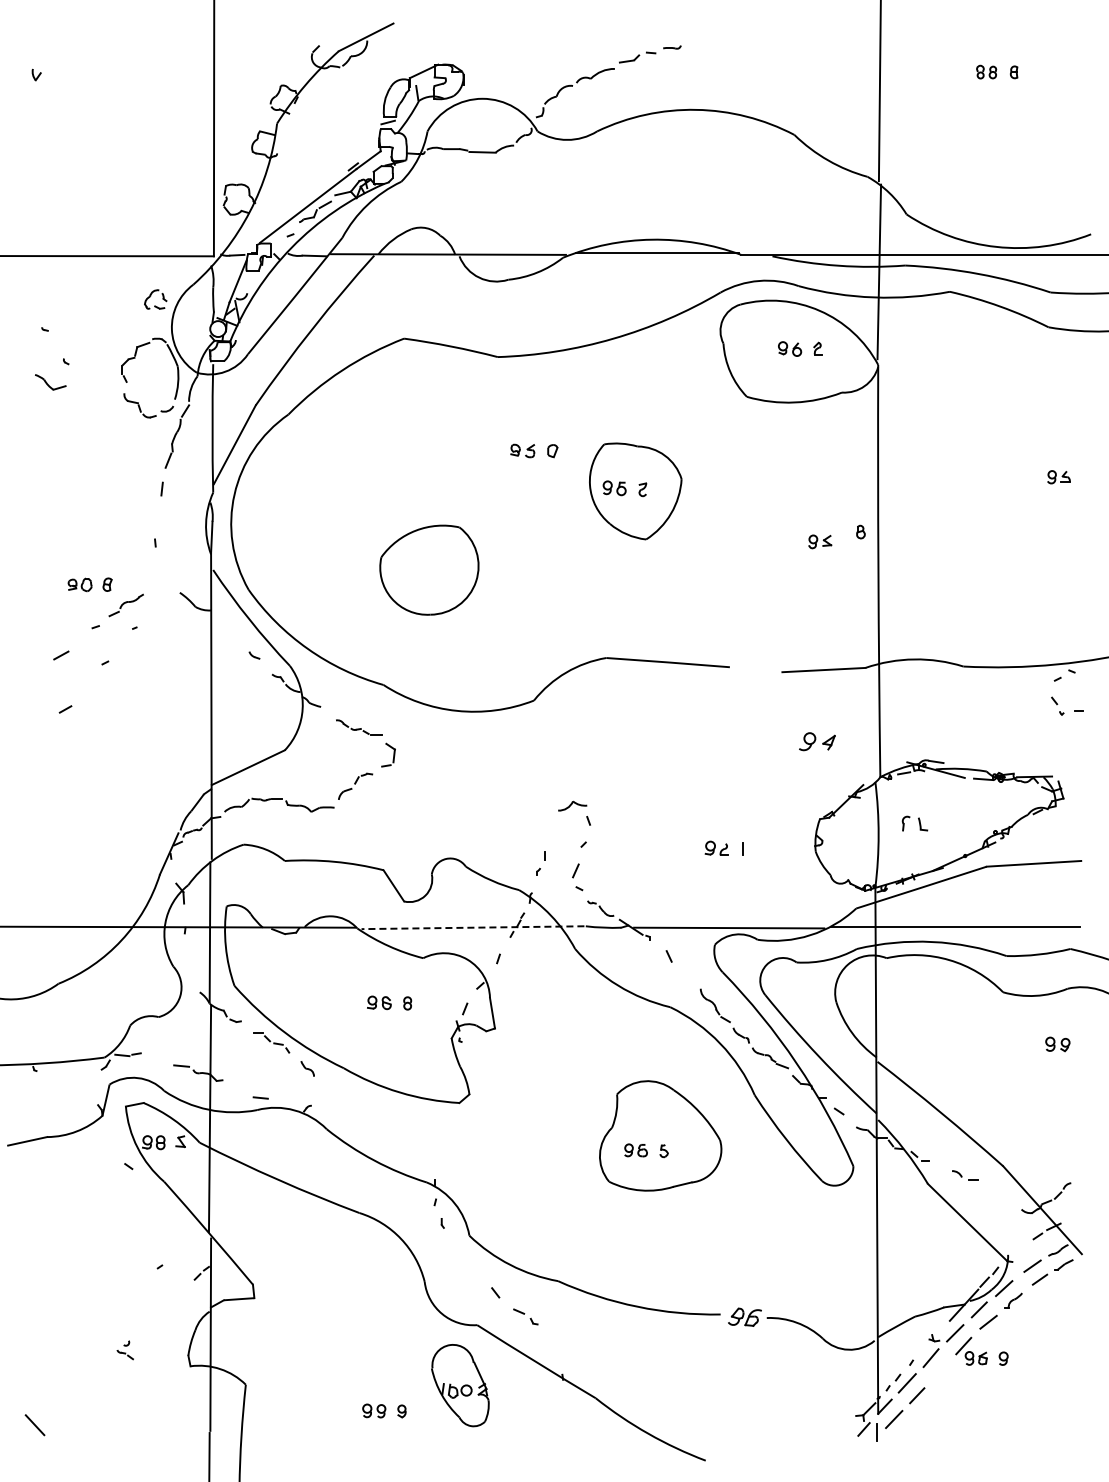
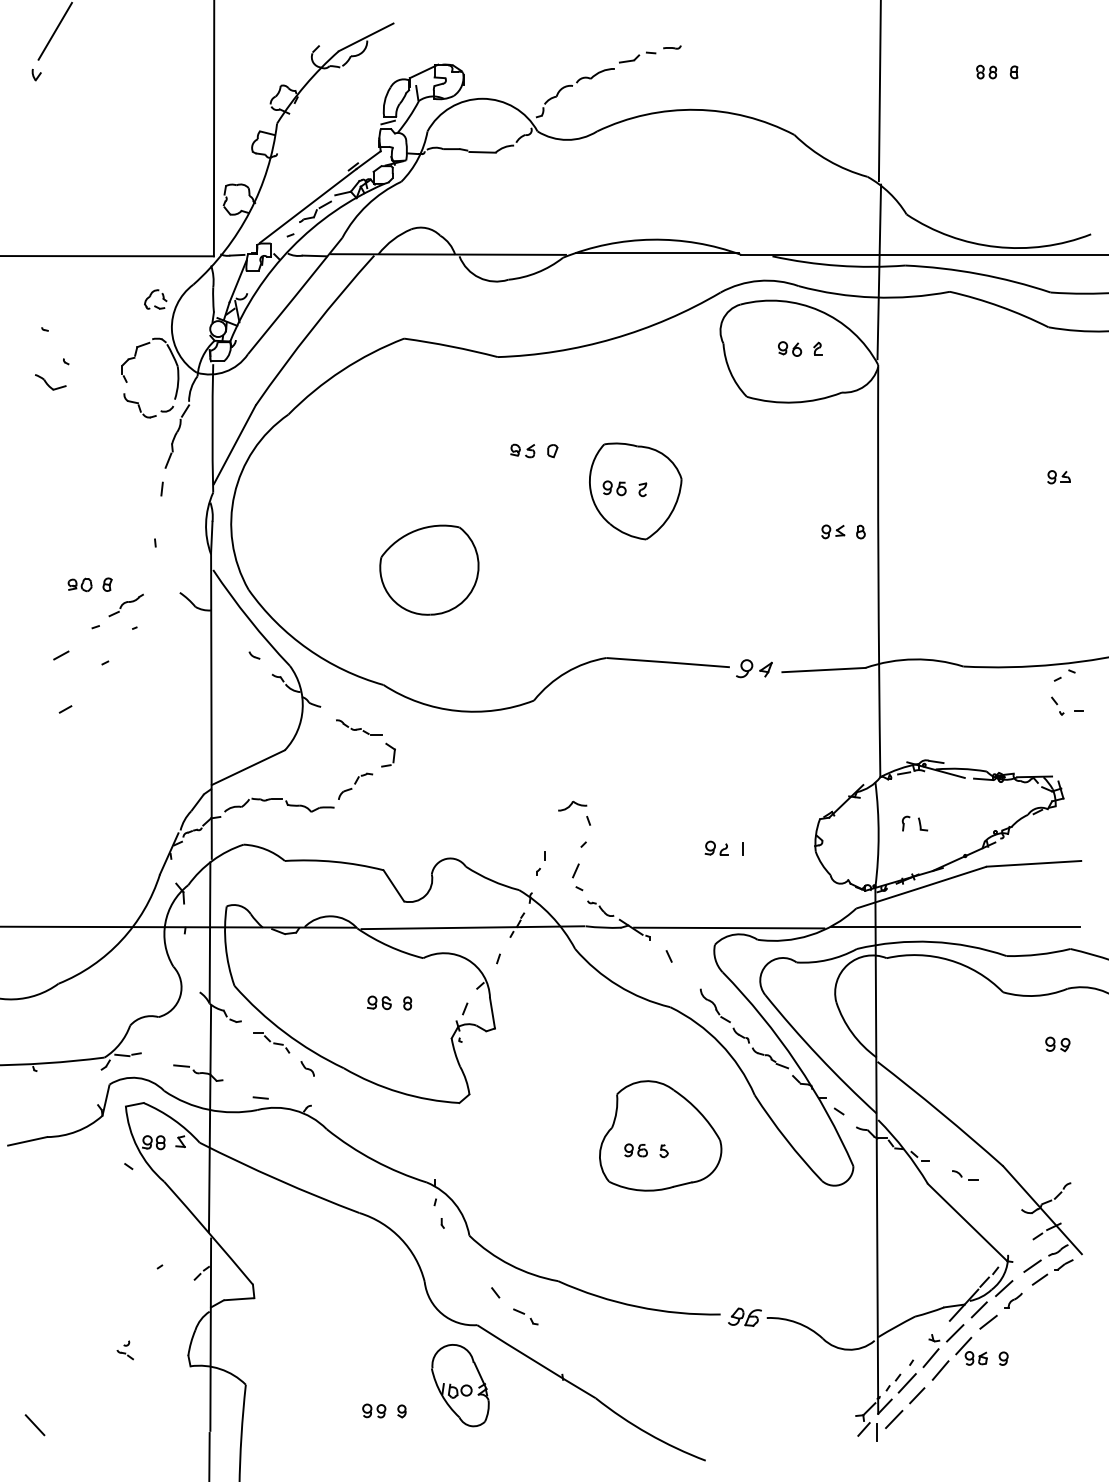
line at (54, 30): none -> present
part at (820, 541) position: (820, 541) -> (833, 531)
part at (817, 741) position: (817, 741) -> (754, 668)
line at (472, 927): dashed -> solid
line at (940, 1370): none -> present
